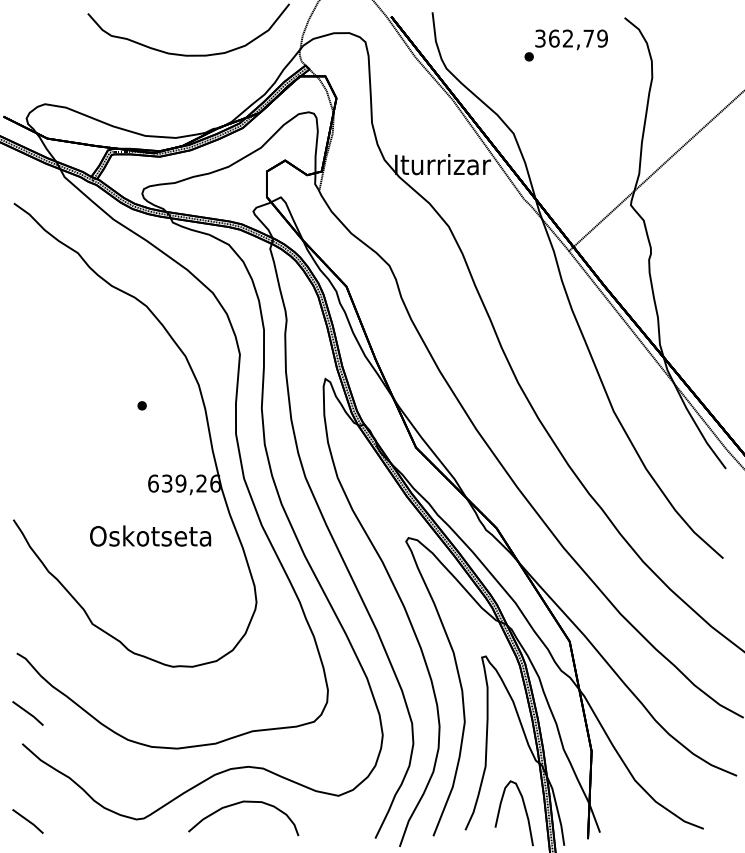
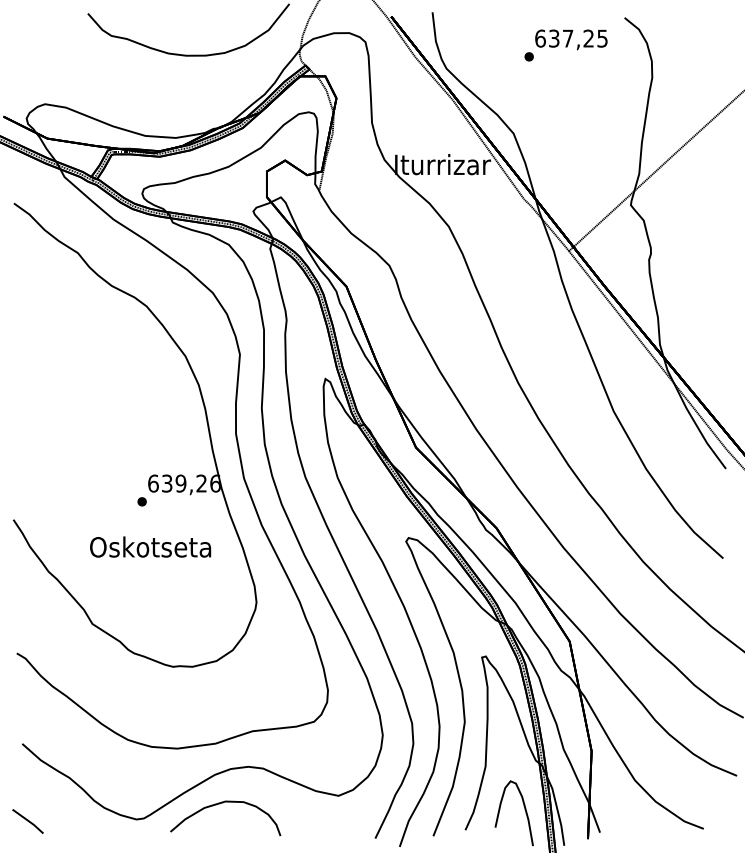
text at (571, 38): 362,79 -> 637,25
part at (141, 405) position: (141, 405) -> (141, 501)
text at (150, 535) position: (150, 535) -> (150, 546)
line at (27, 713): present -> none
curve at (241, 803) position: (241, 803) -> (223, 803)
